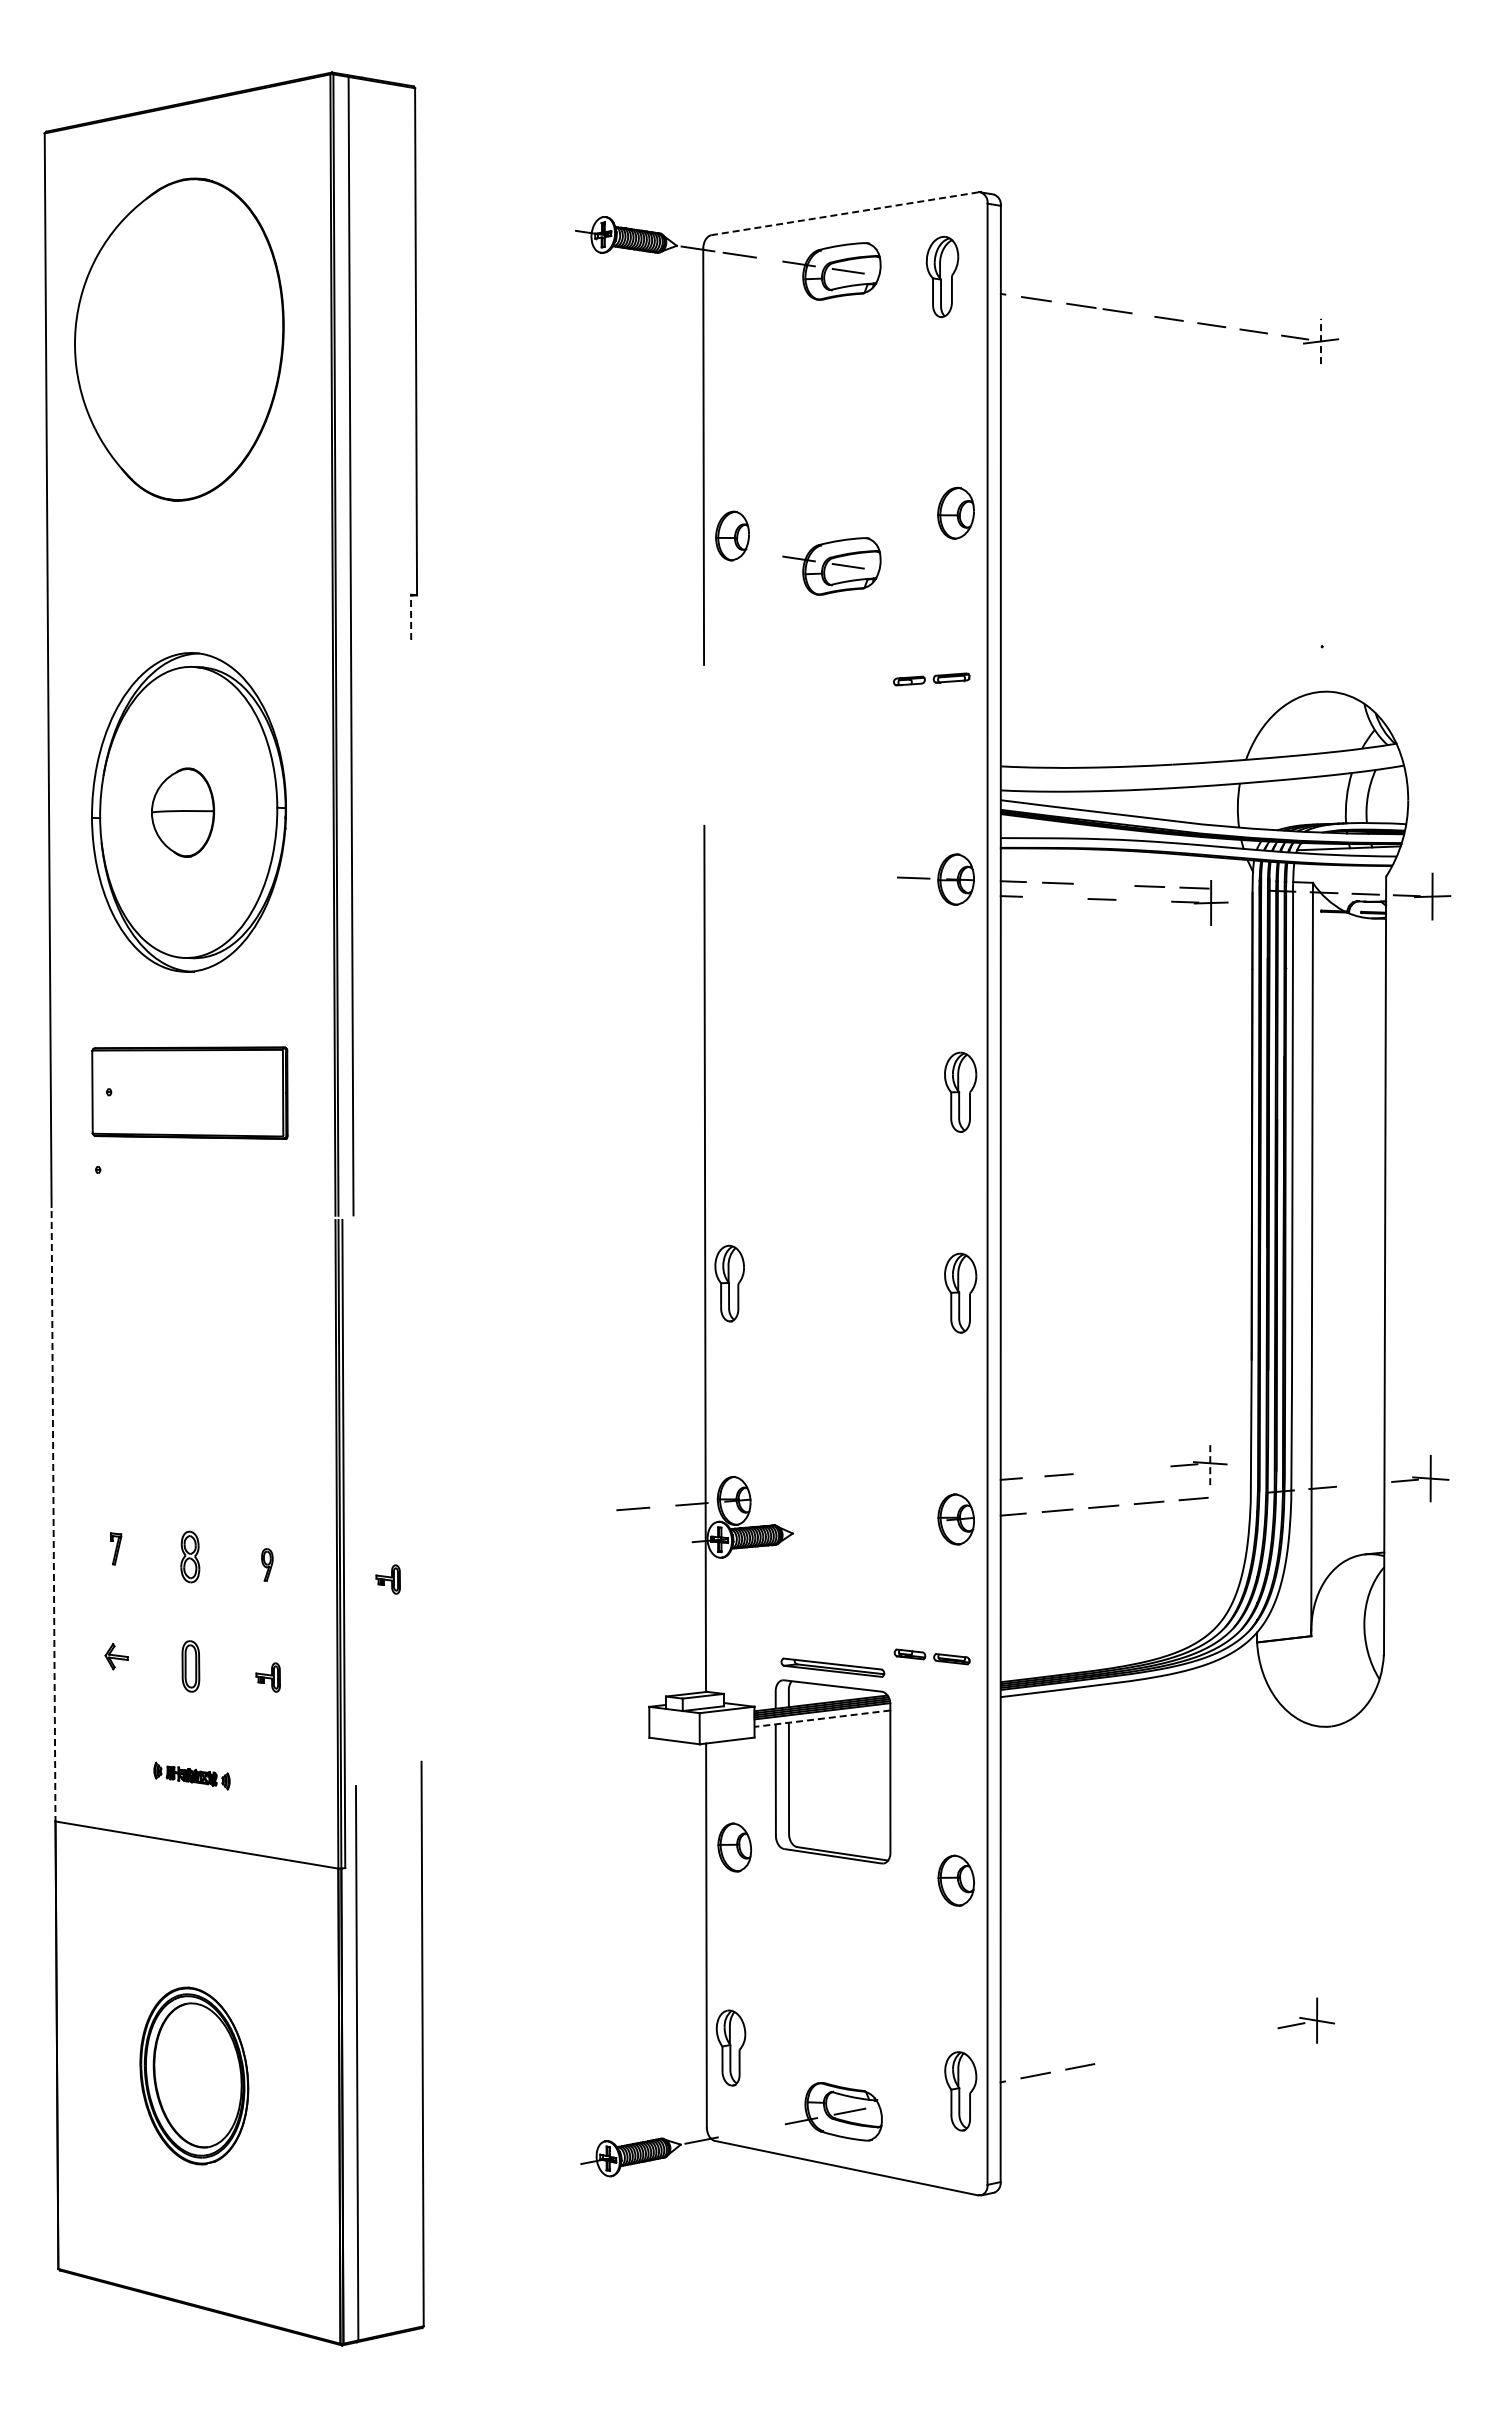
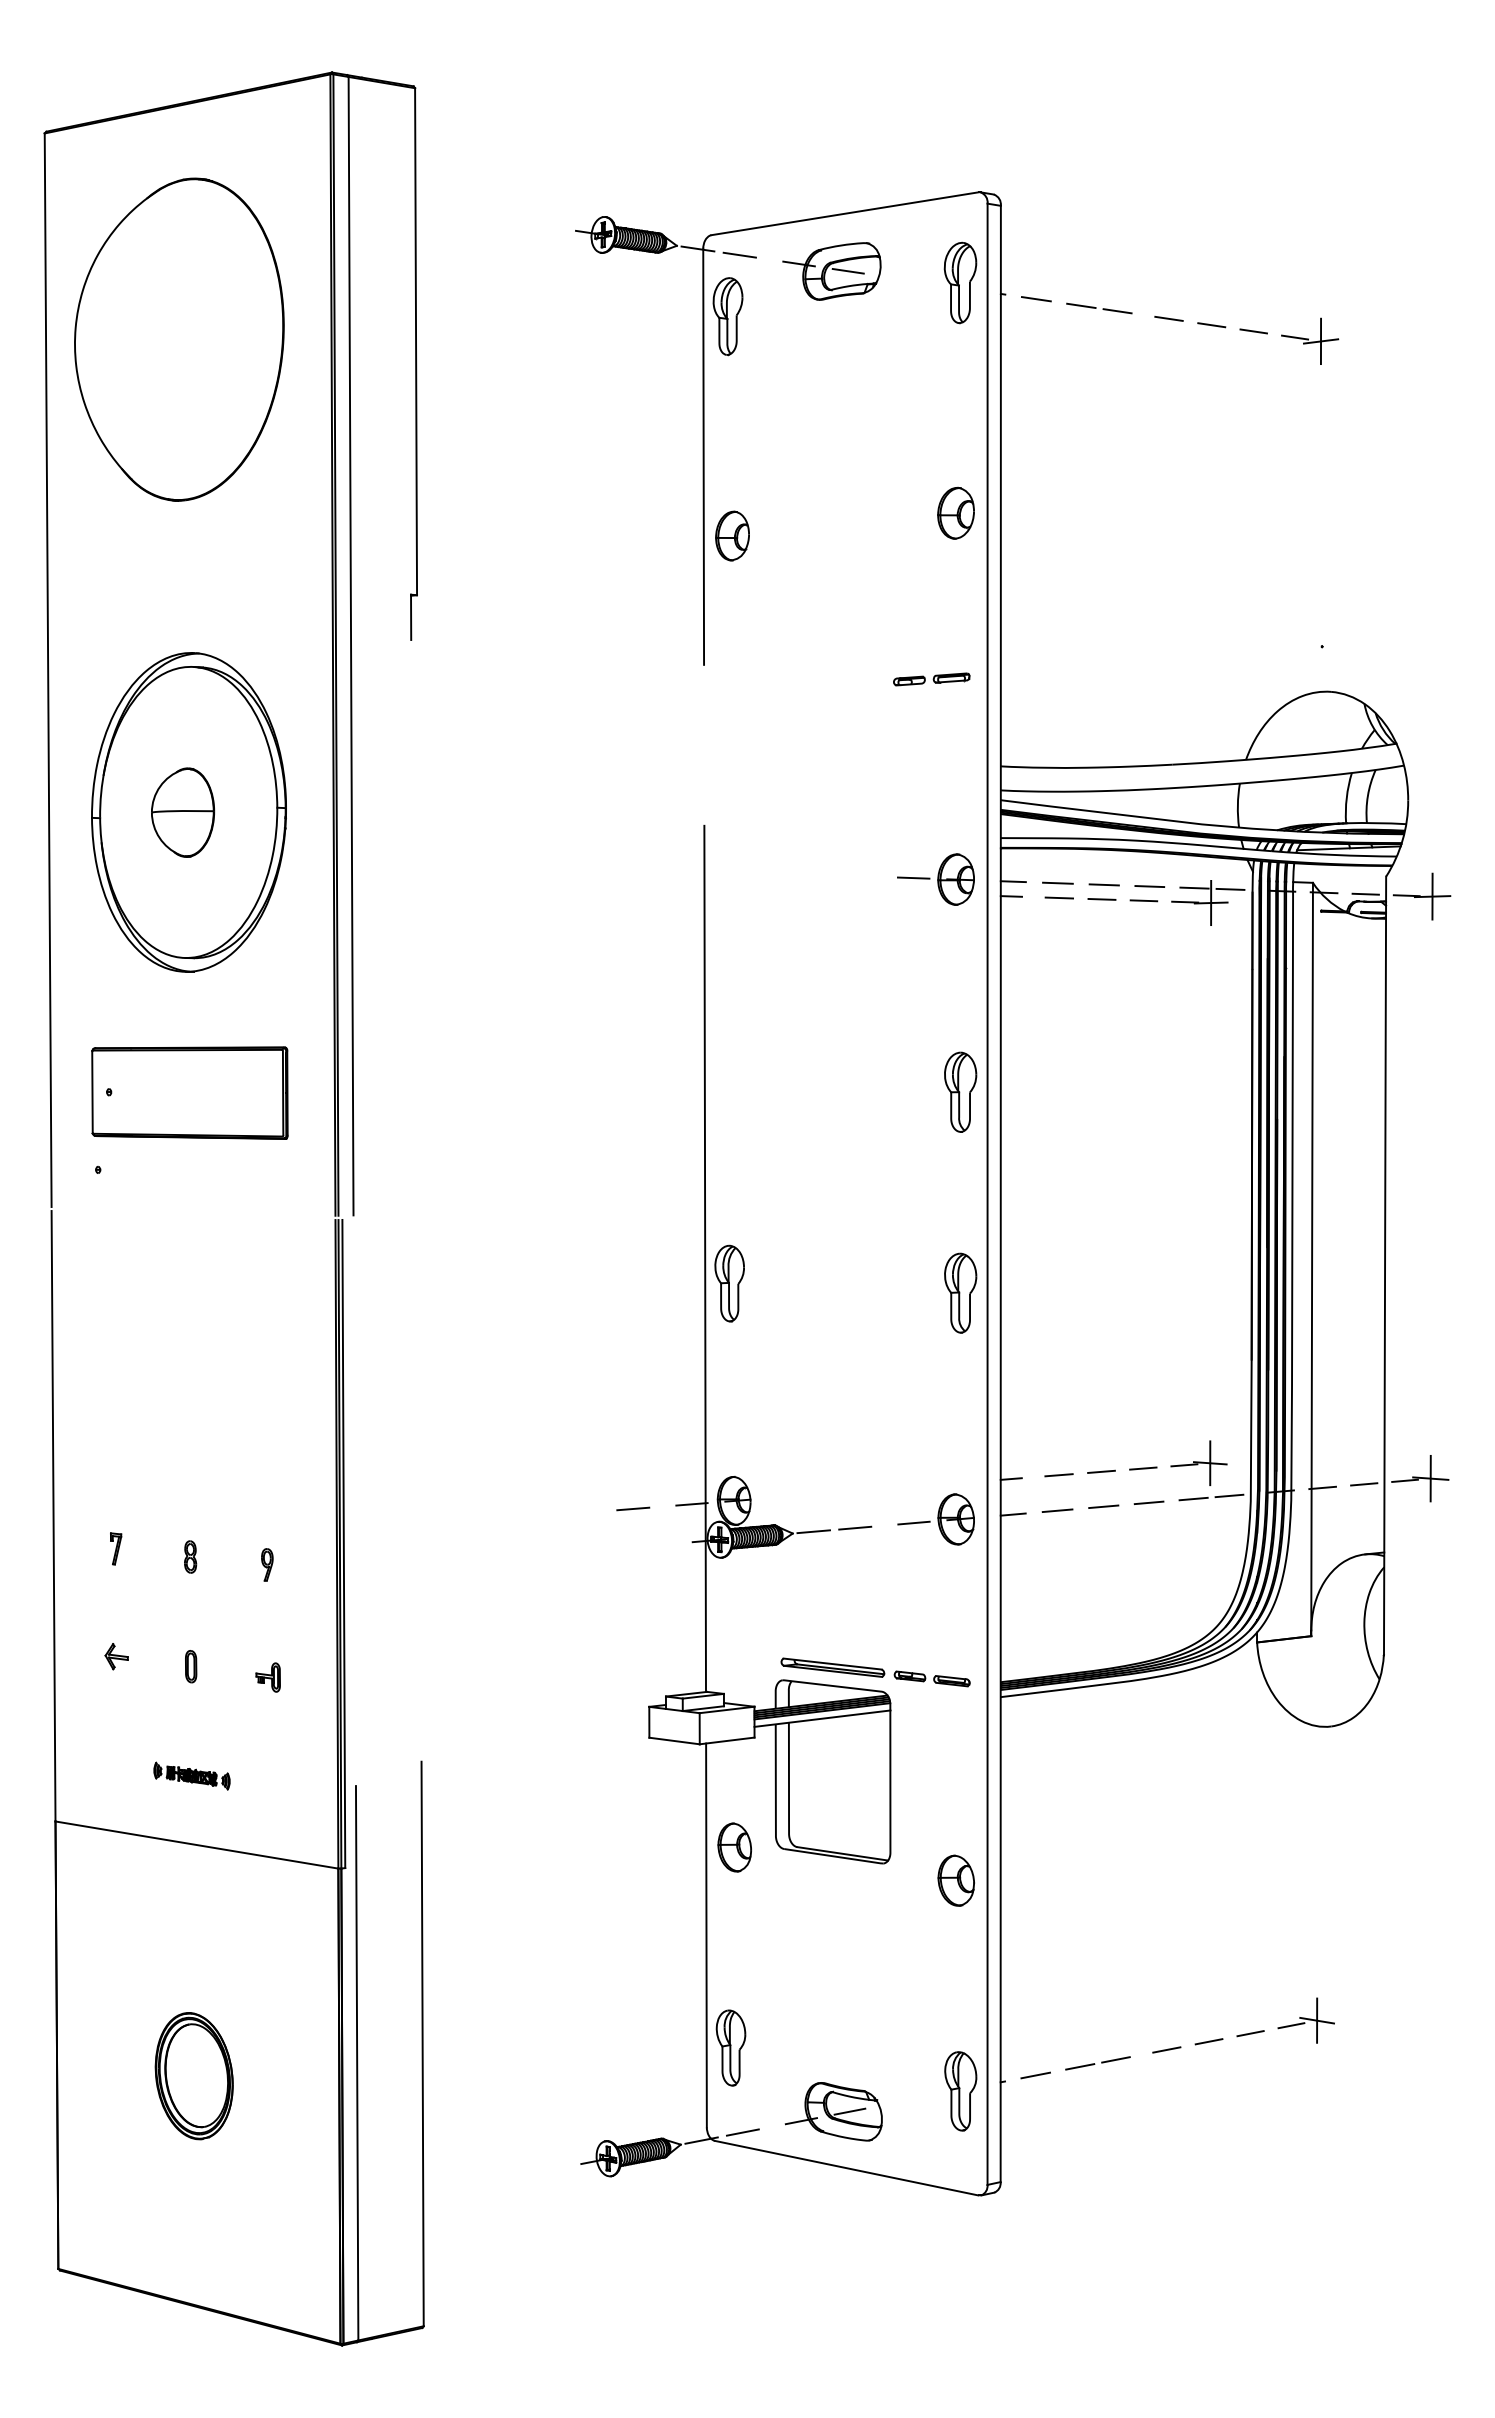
line at (844, 213): dashed -> solid
part at (942, 276) position: (942, 276) -> (960, 282)
part at (727, 316): none -> present
line at (1321, 341): dashed -> solid
part at (831, 566): present -> none
line at (411, 617): dashed -> solid
line at (1103, 884): none -> present
line at (1230, 888): none -> present
line at (1058, 897): none -> present
line at (1143, 900): none -> present
line at (1210, 1463): dashed -> solid
line at (1143, 1468): none -> present
line at (1101, 1471): none -> present
line at (1364, 1484): none -> present
line at (1229, 1495): none -> present
line at (53, 1516): dashed -> solid
line at (913, 1522): none -> present
line at (855, 1527): none -> present
line at (813, 1531): none -> present
part at (190, 1556) size: 21x54 px -> 14x34 px
part at (387, 1579): present -> none
part at (931, 1656) position: (931, 1656) -> (931, 1678)
part at (190, 1666) size: 20x53 px -> 13x34 px
line at (821, 1718): dashed -> solid
line at (1250, 2033): none -> present
line at (1208, 2041): none -> present
line at (1166, 2049): none -> present
line at (1115, 2059): none -> present
part at (194, 2075) size: 111x180 px -> 80x129 px
line at (742, 2132): none -> present
